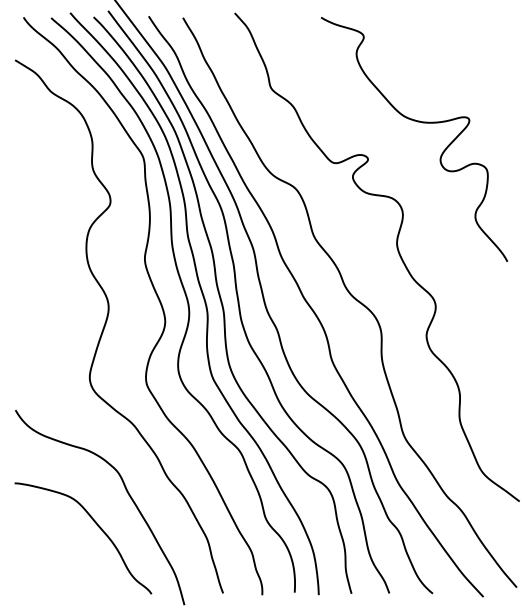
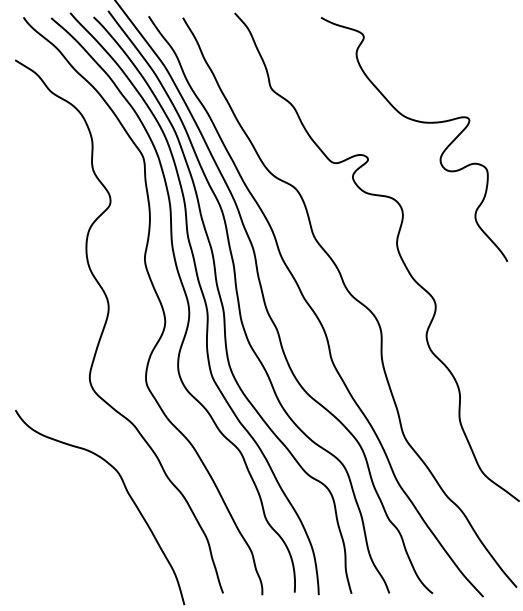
curve at (97, 526): present -> none
